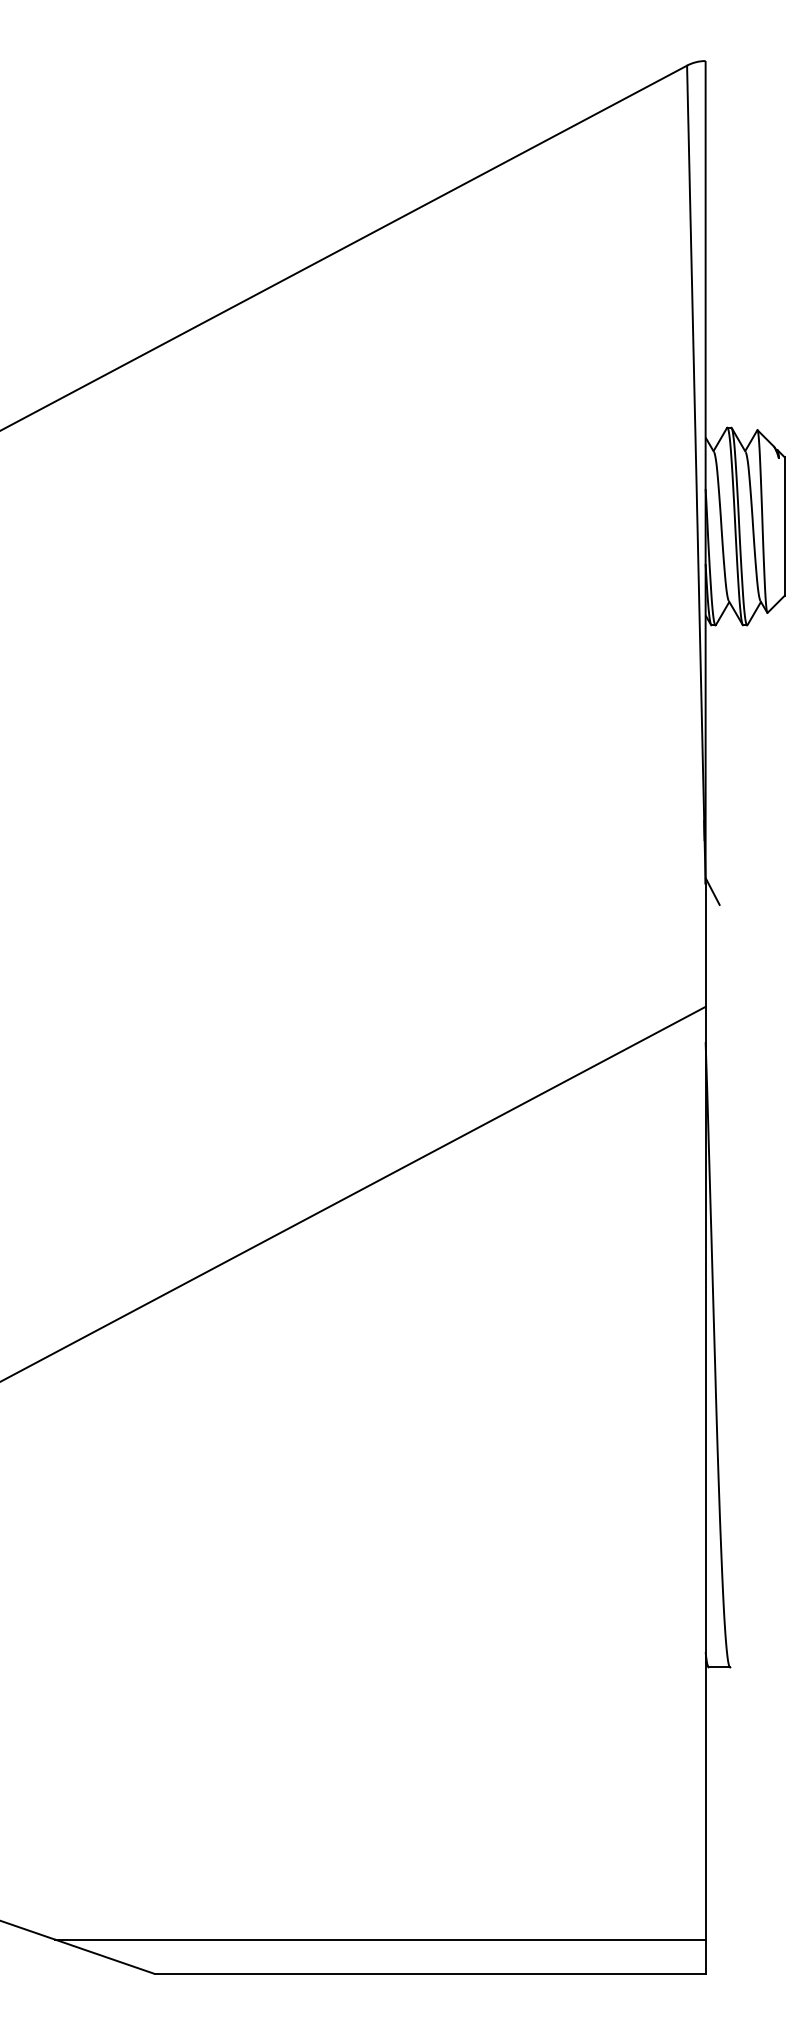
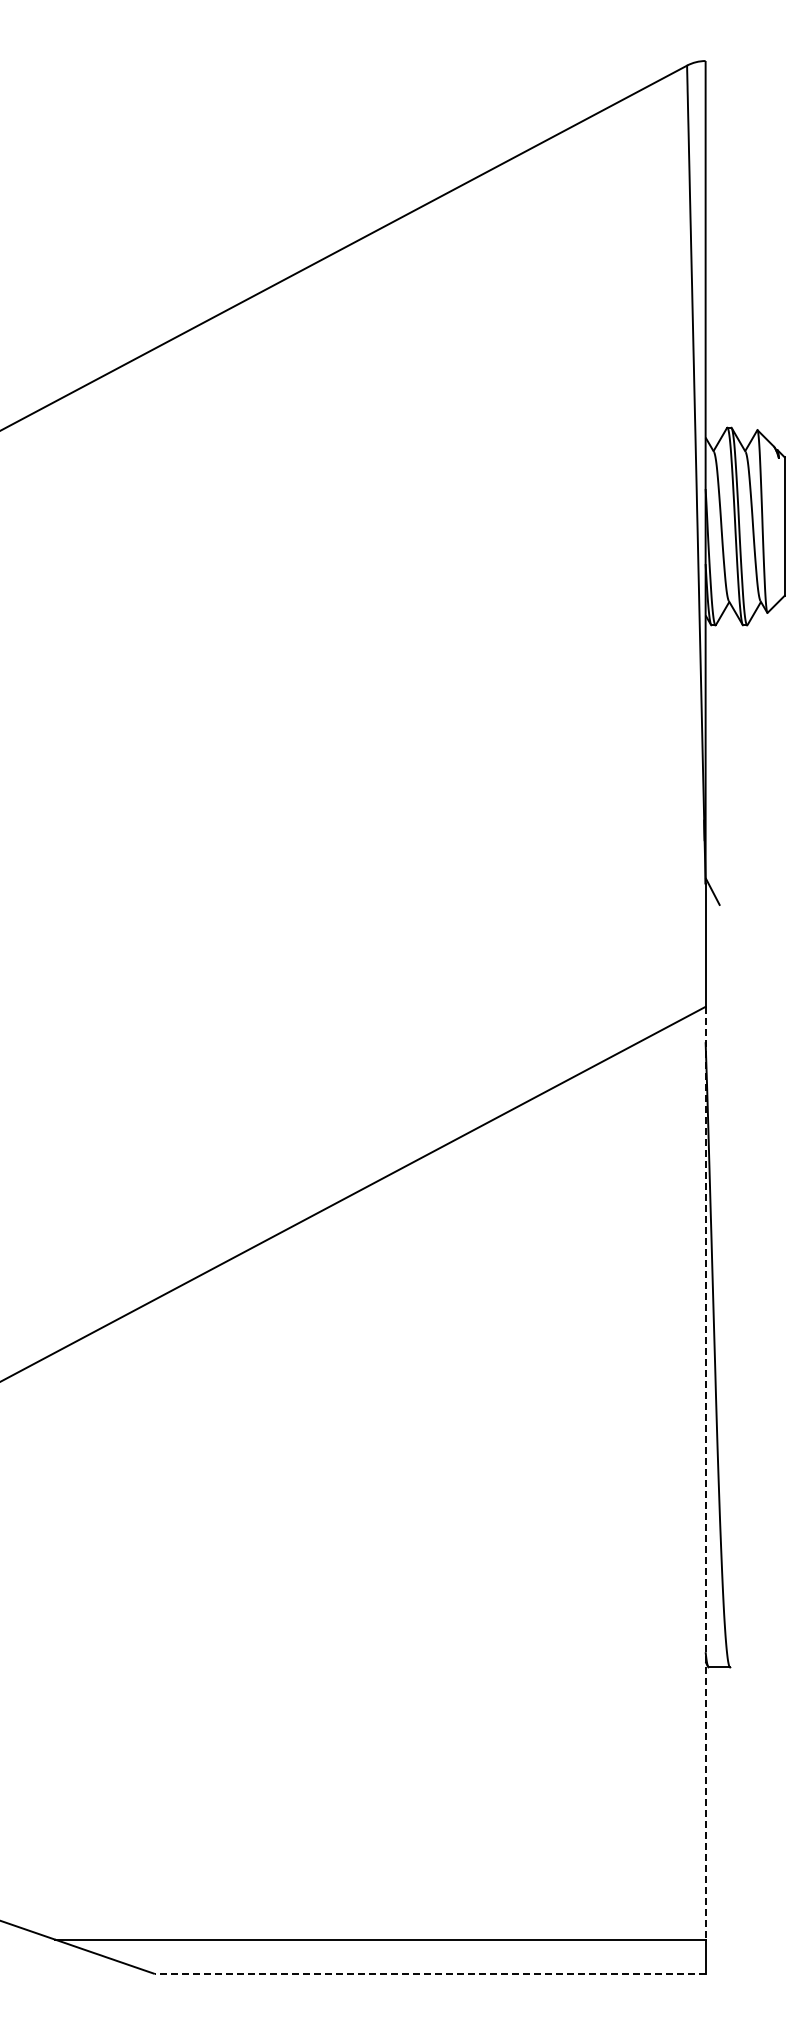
line at (705, 1473): solid -> dashed
line at (429, 1973): solid -> dashed
